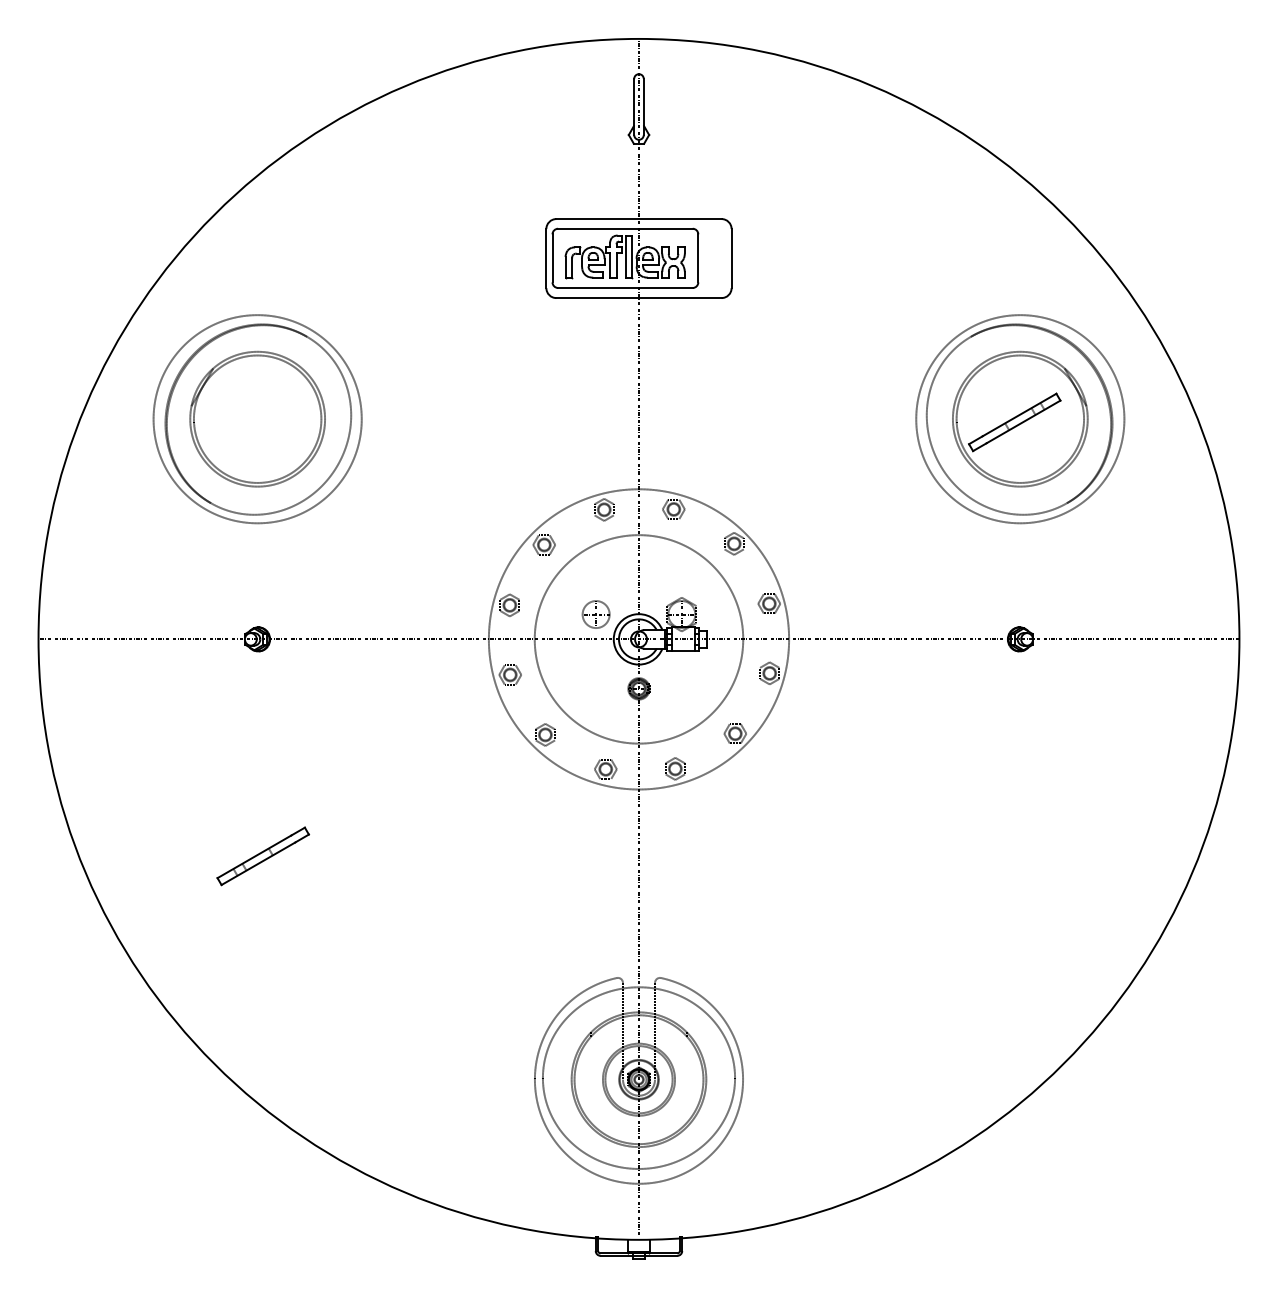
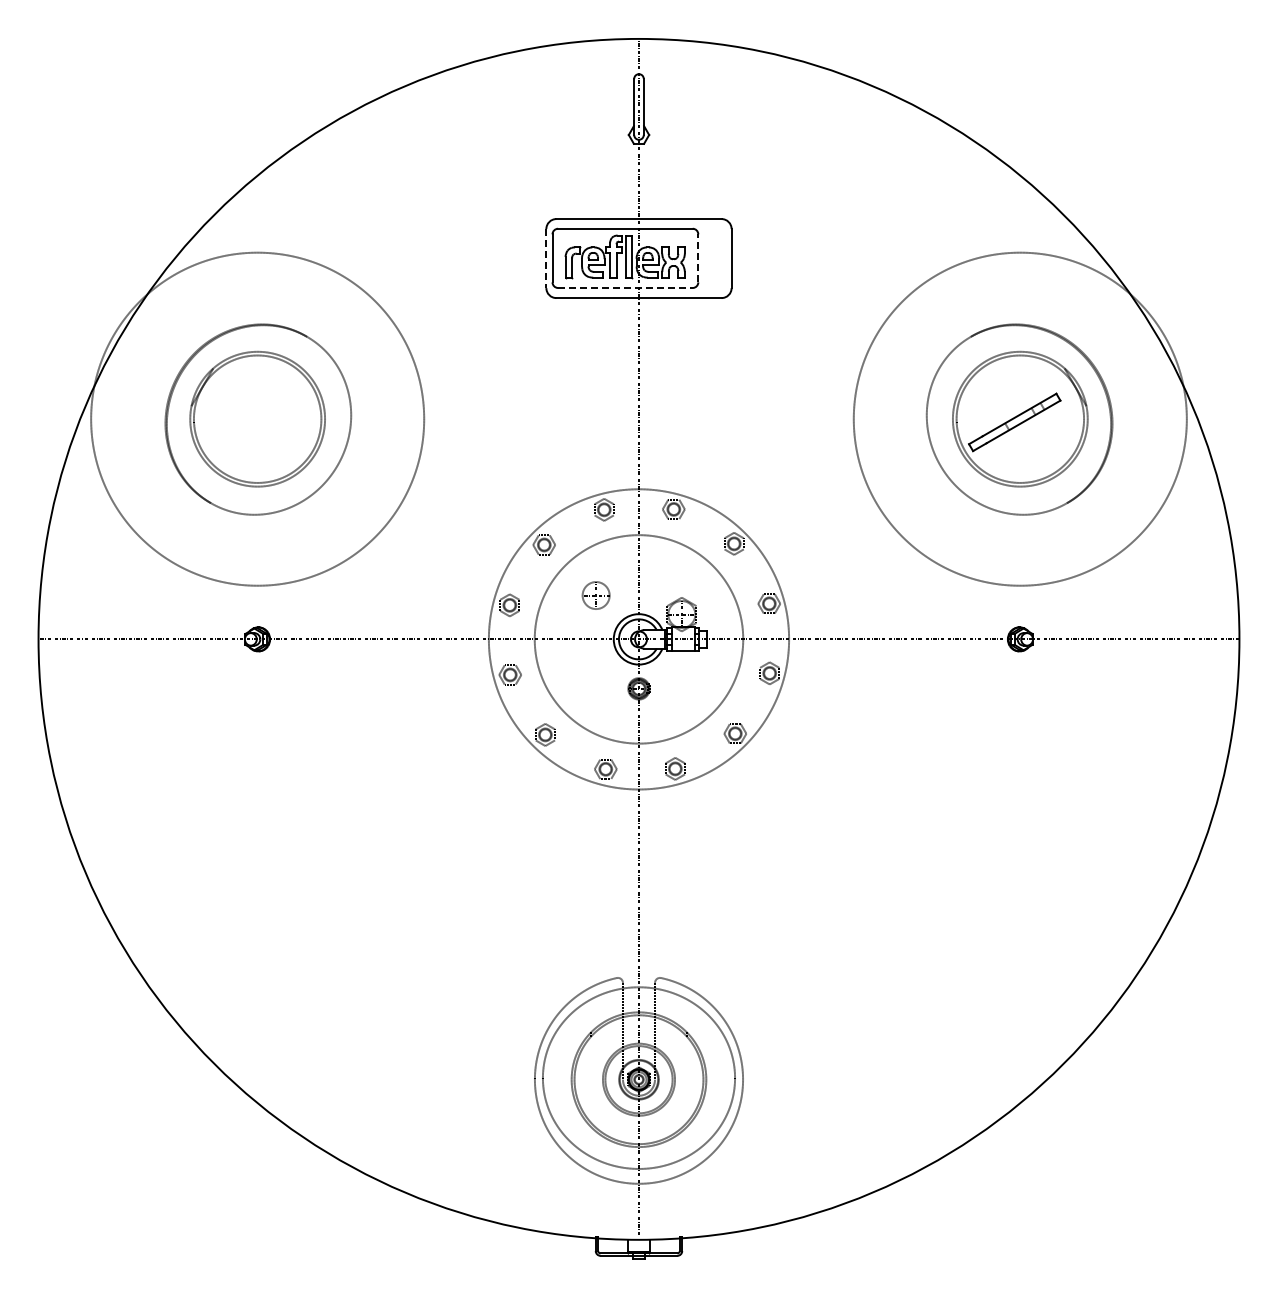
line at (698, 257): solid -> dashed
line at (546, 258): solid -> dashed
line at (625, 288): solid -> dashed
circle at (257, 419) diameter: 208 px -> 333 px
circle at (1020, 419) diameter: 208 px -> 333 px
part at (595, 614) position: (595, 614) -> (595, 595)
part at (262, 856): present -> none
